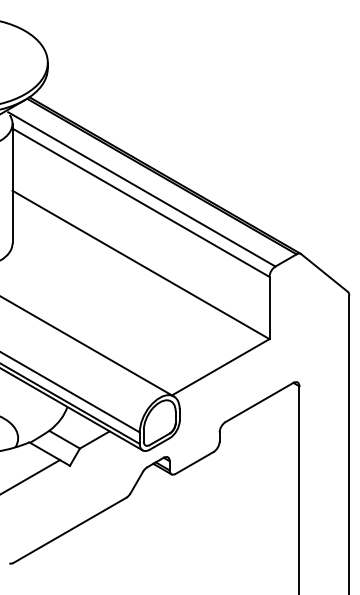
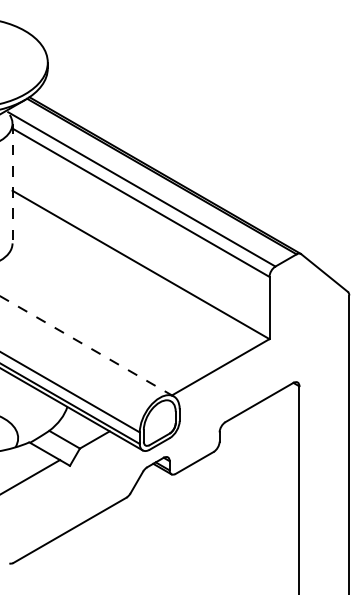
line at (12, 183): solid -> dashed
line at (87, 346): solid -> dashed
